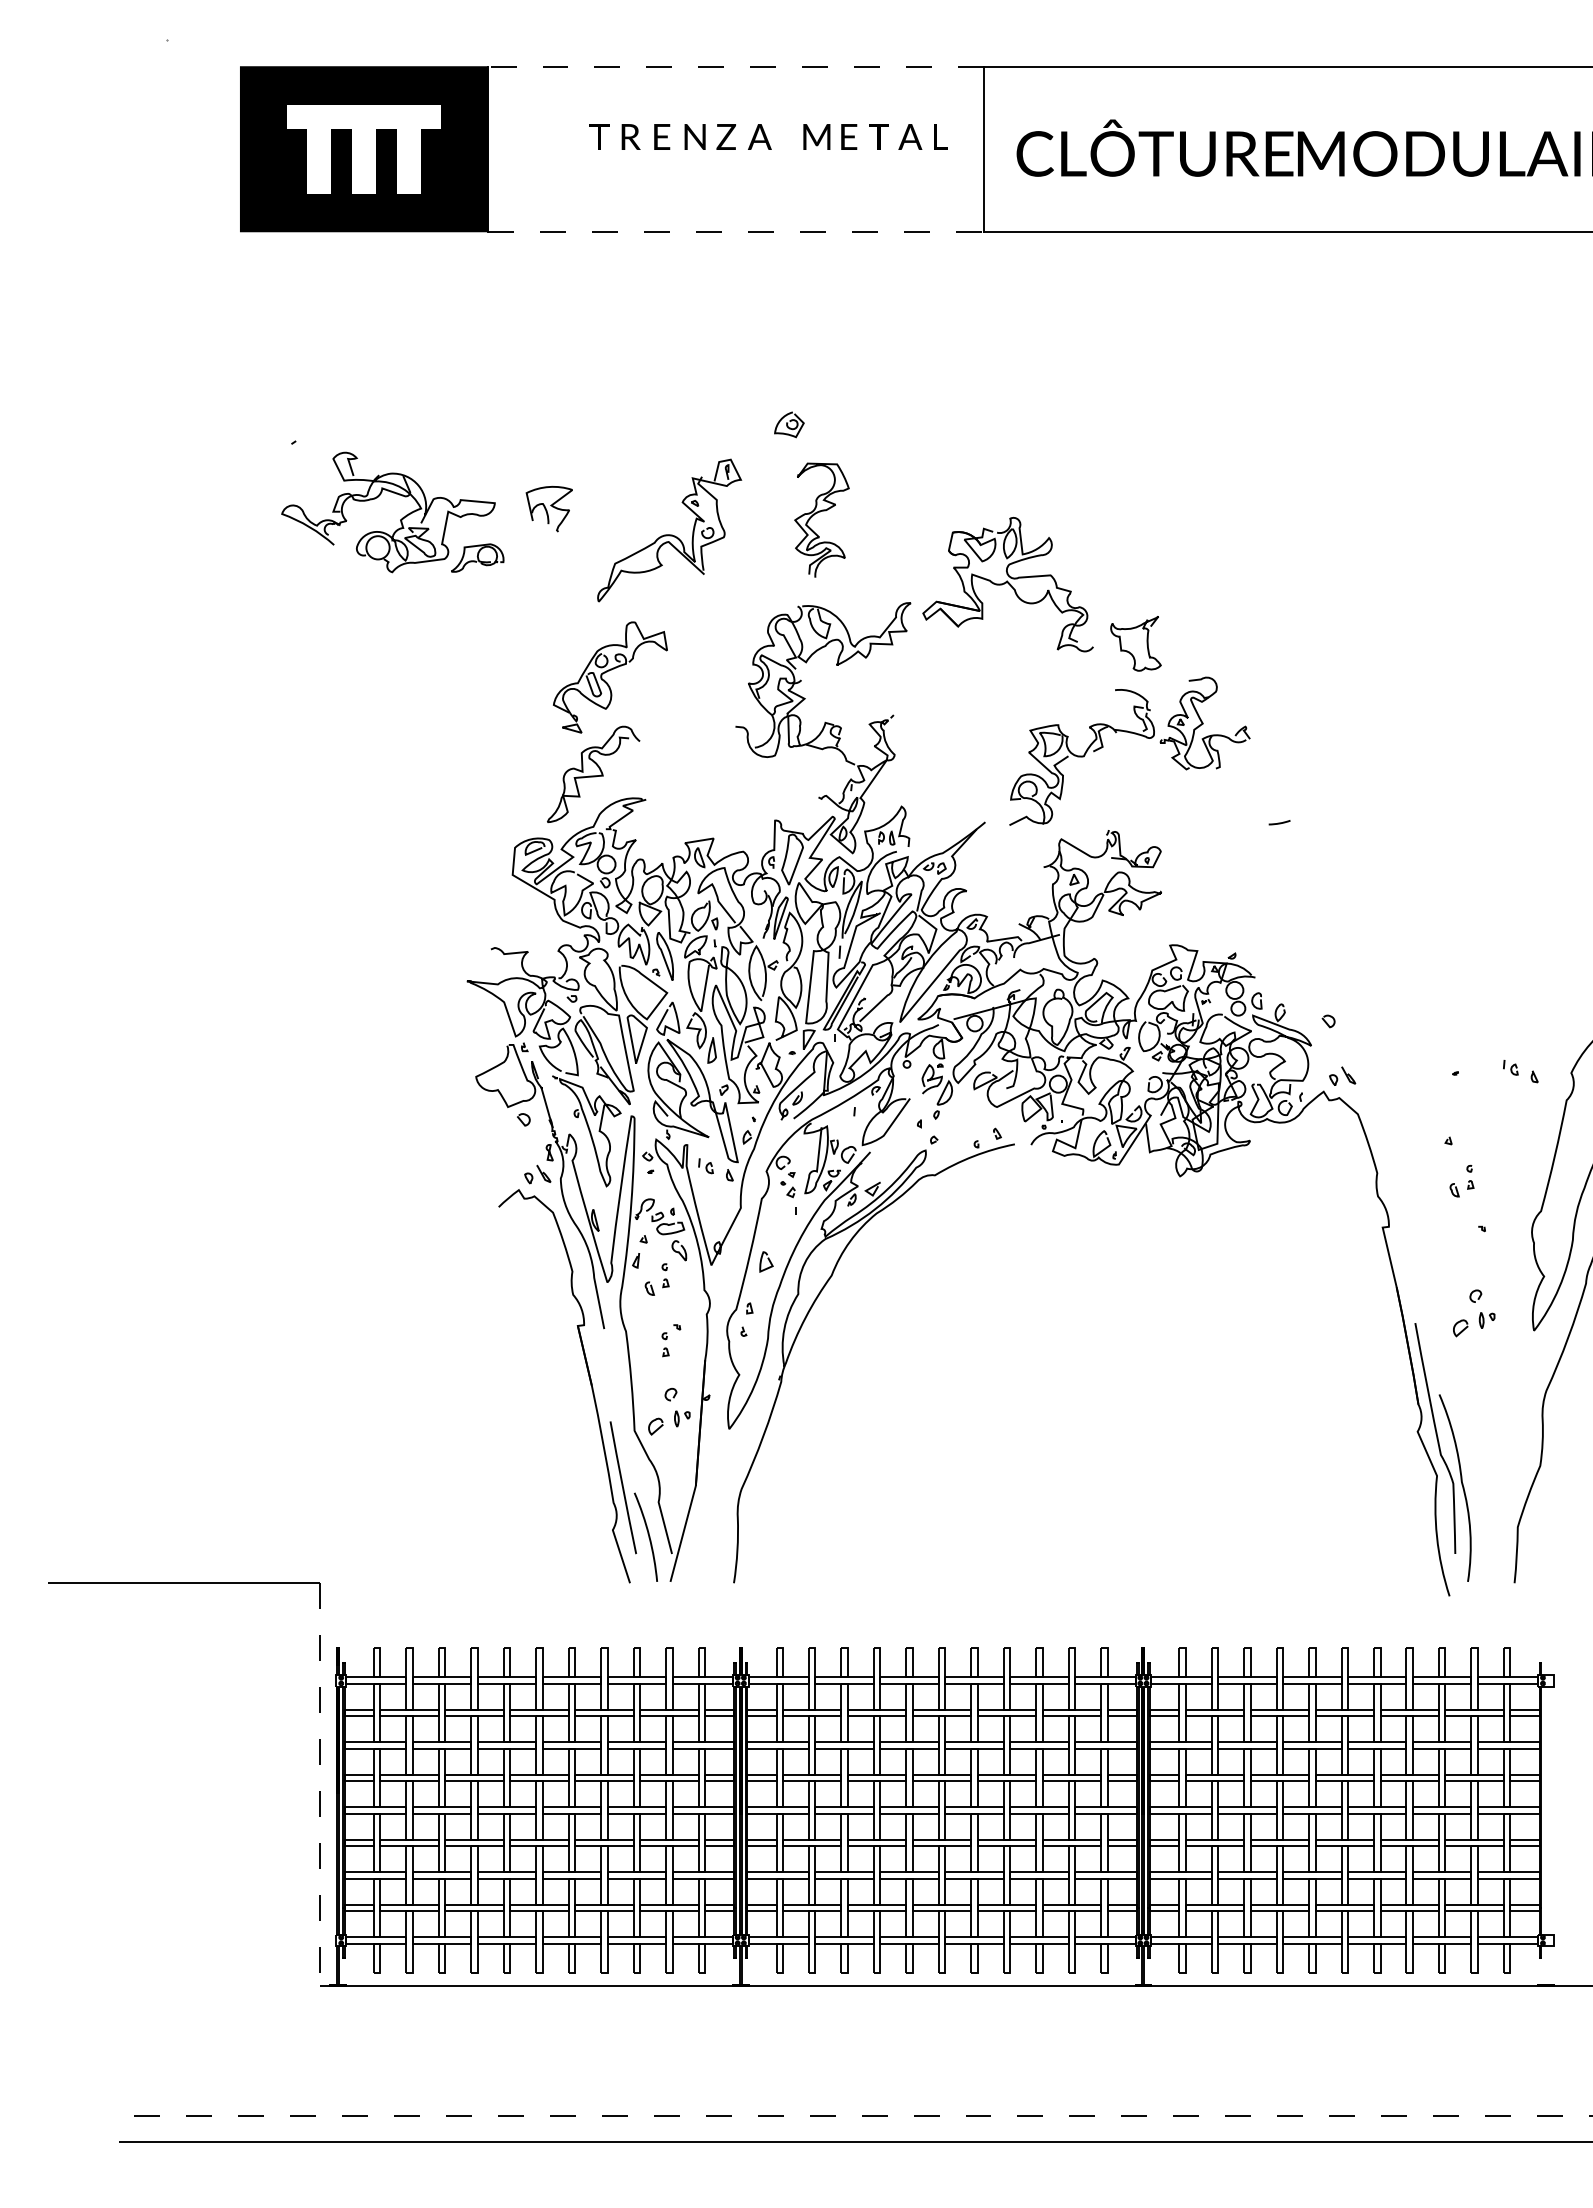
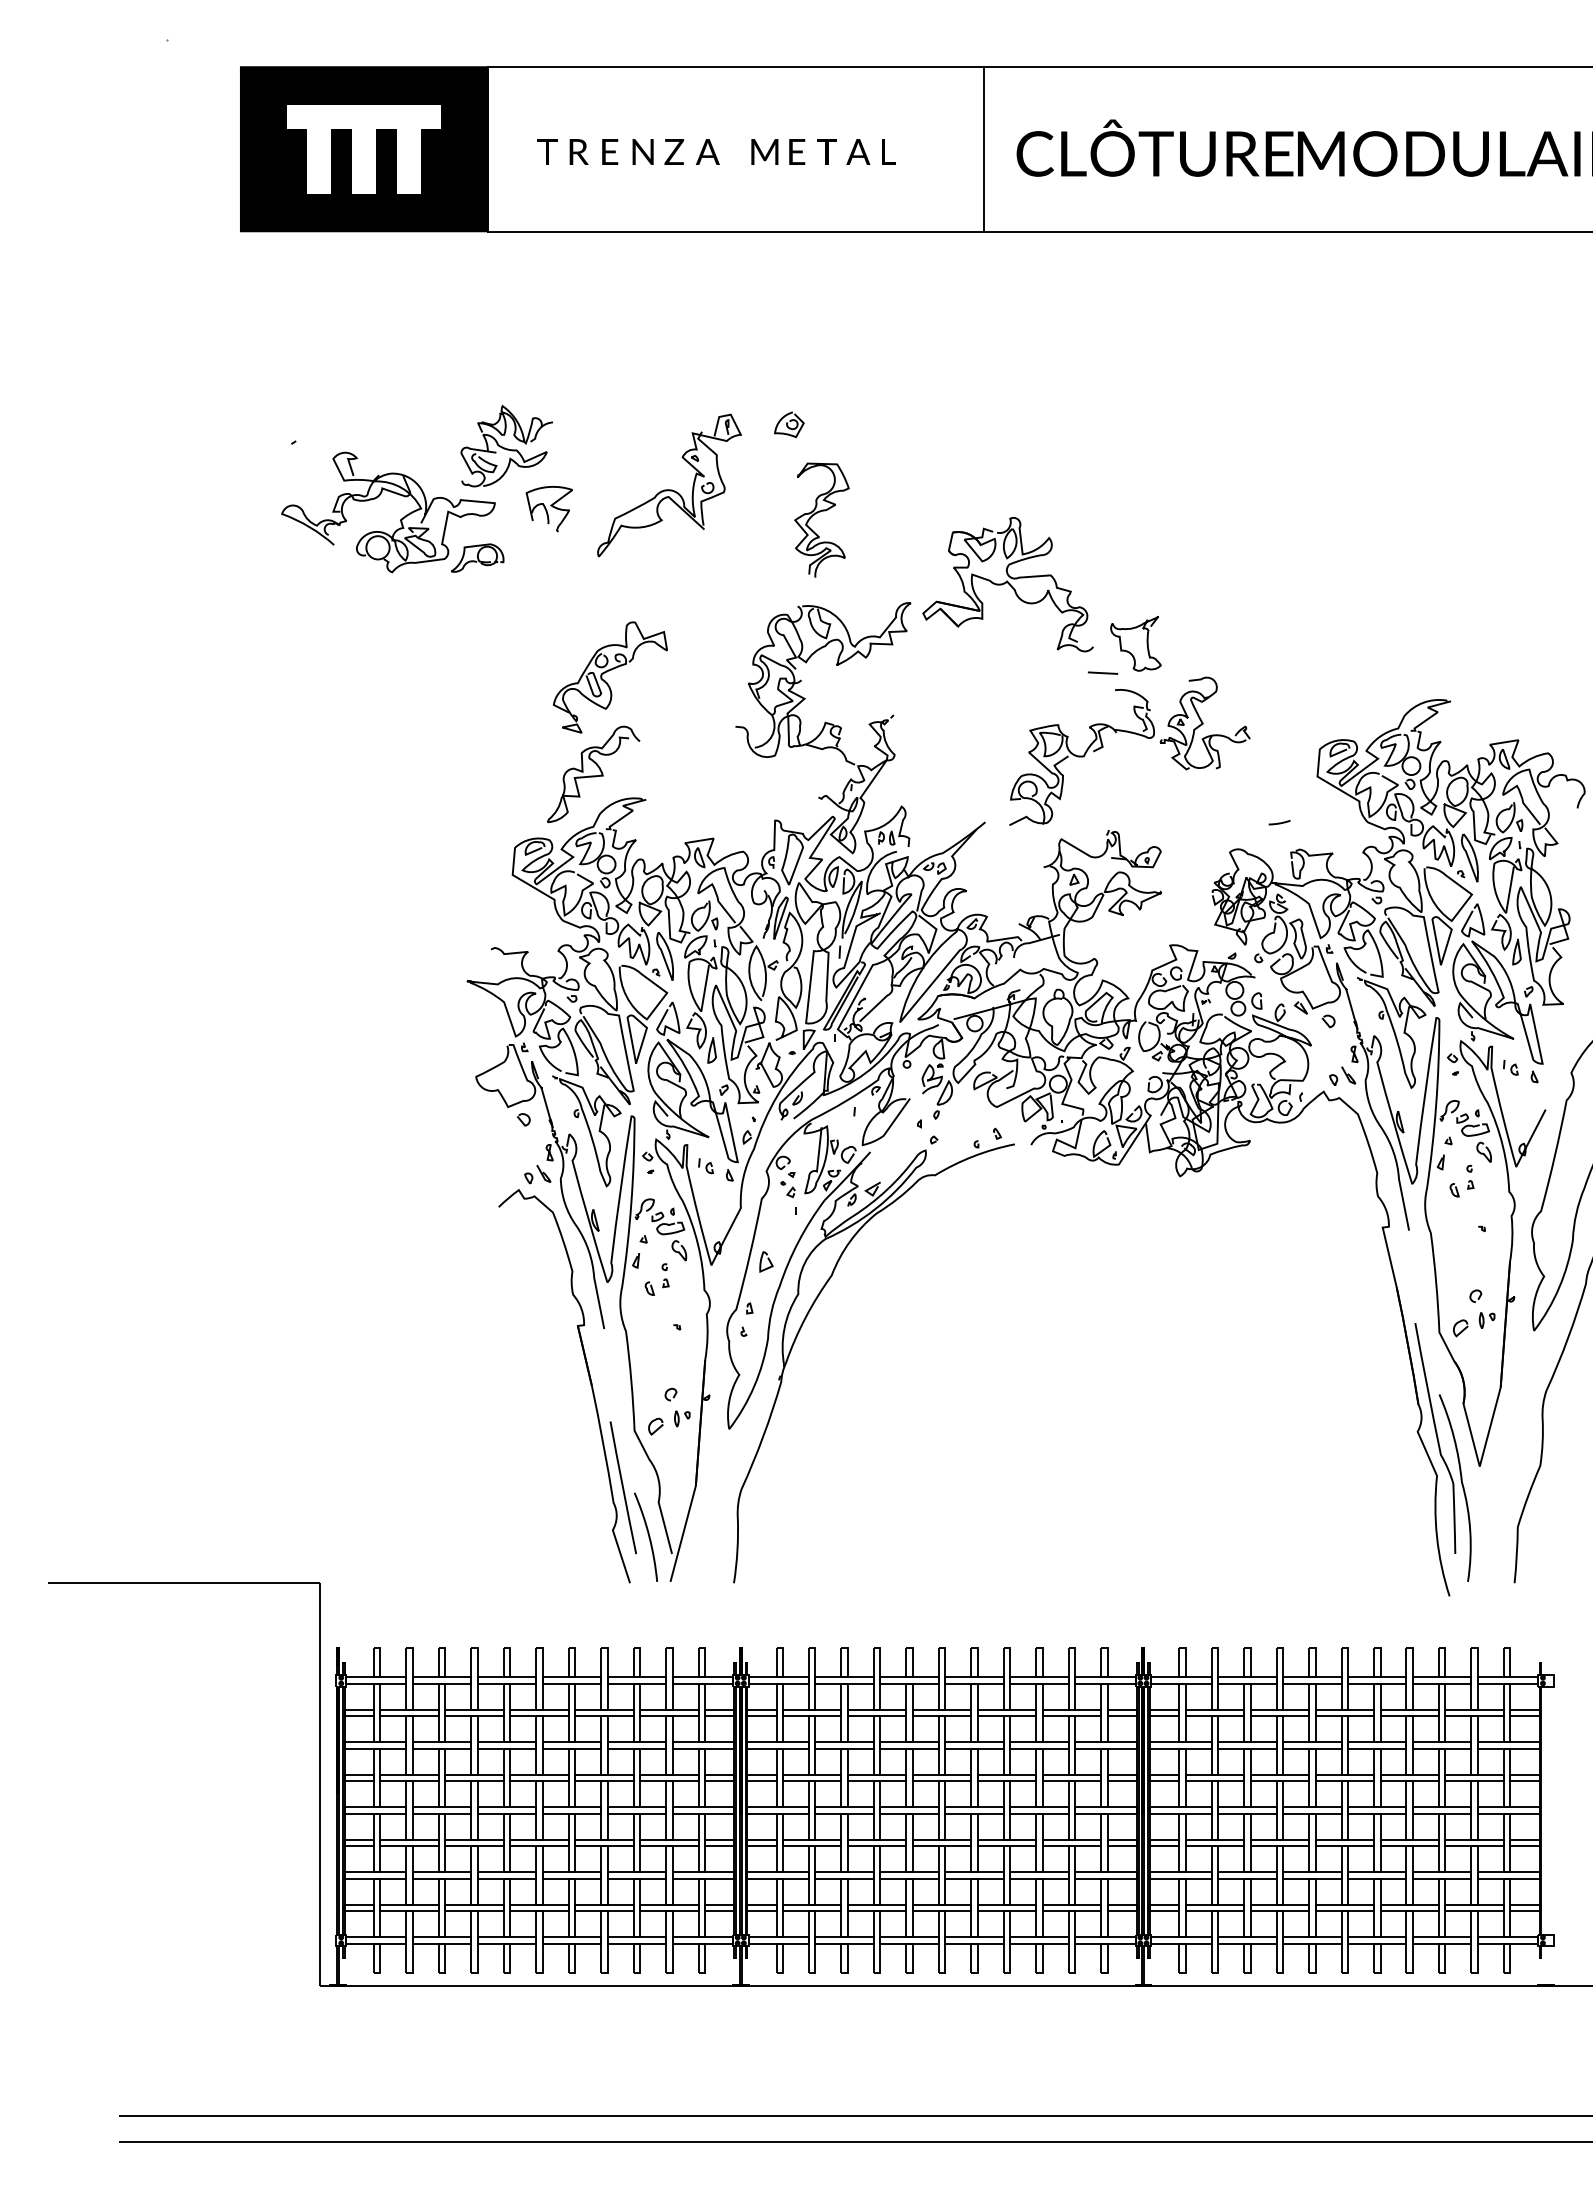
line at (736, 66): dashed -> solid
text at (768, 136) position: (768, 136) -> (716, 151)
line at (736, 231): dashed -> solid
part at (506, 446): none -> present
part at (669, 530) position: (669, 530) -> (669, 485)
line at (1103, 672): none -> present
part at (1406, 1078): none -> present
part at (665, 1344): present -> none
line at (319, 1785): dashed -> solid
line at (856, 2115): dashed -> solid
